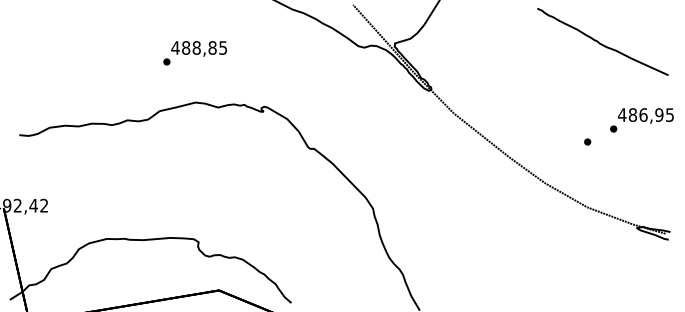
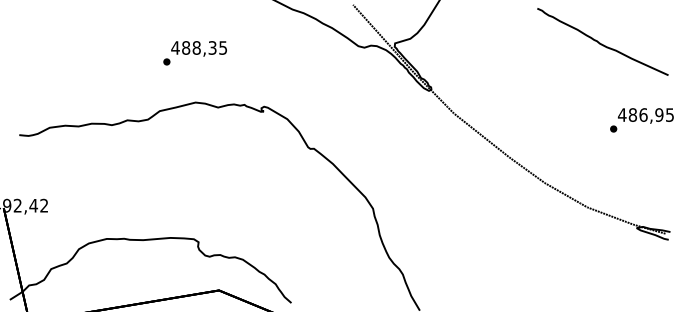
text at (212, 47): 488,85 -> 488,35
part at (587, 141): present -> none
